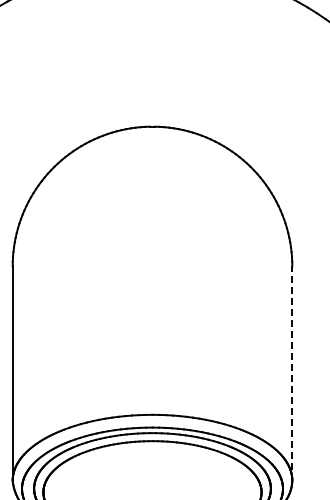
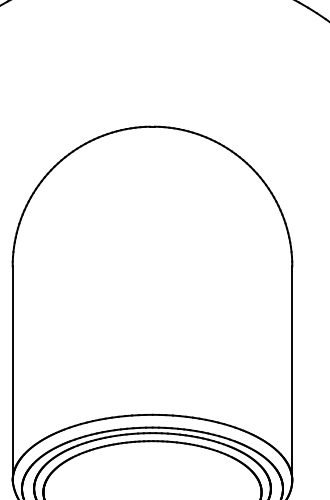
line at (292, 373): dashed -> solid
